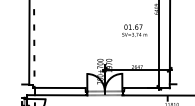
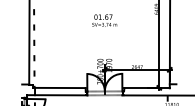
text at (134, 30) position: (134, 30) -> (104, 20)
